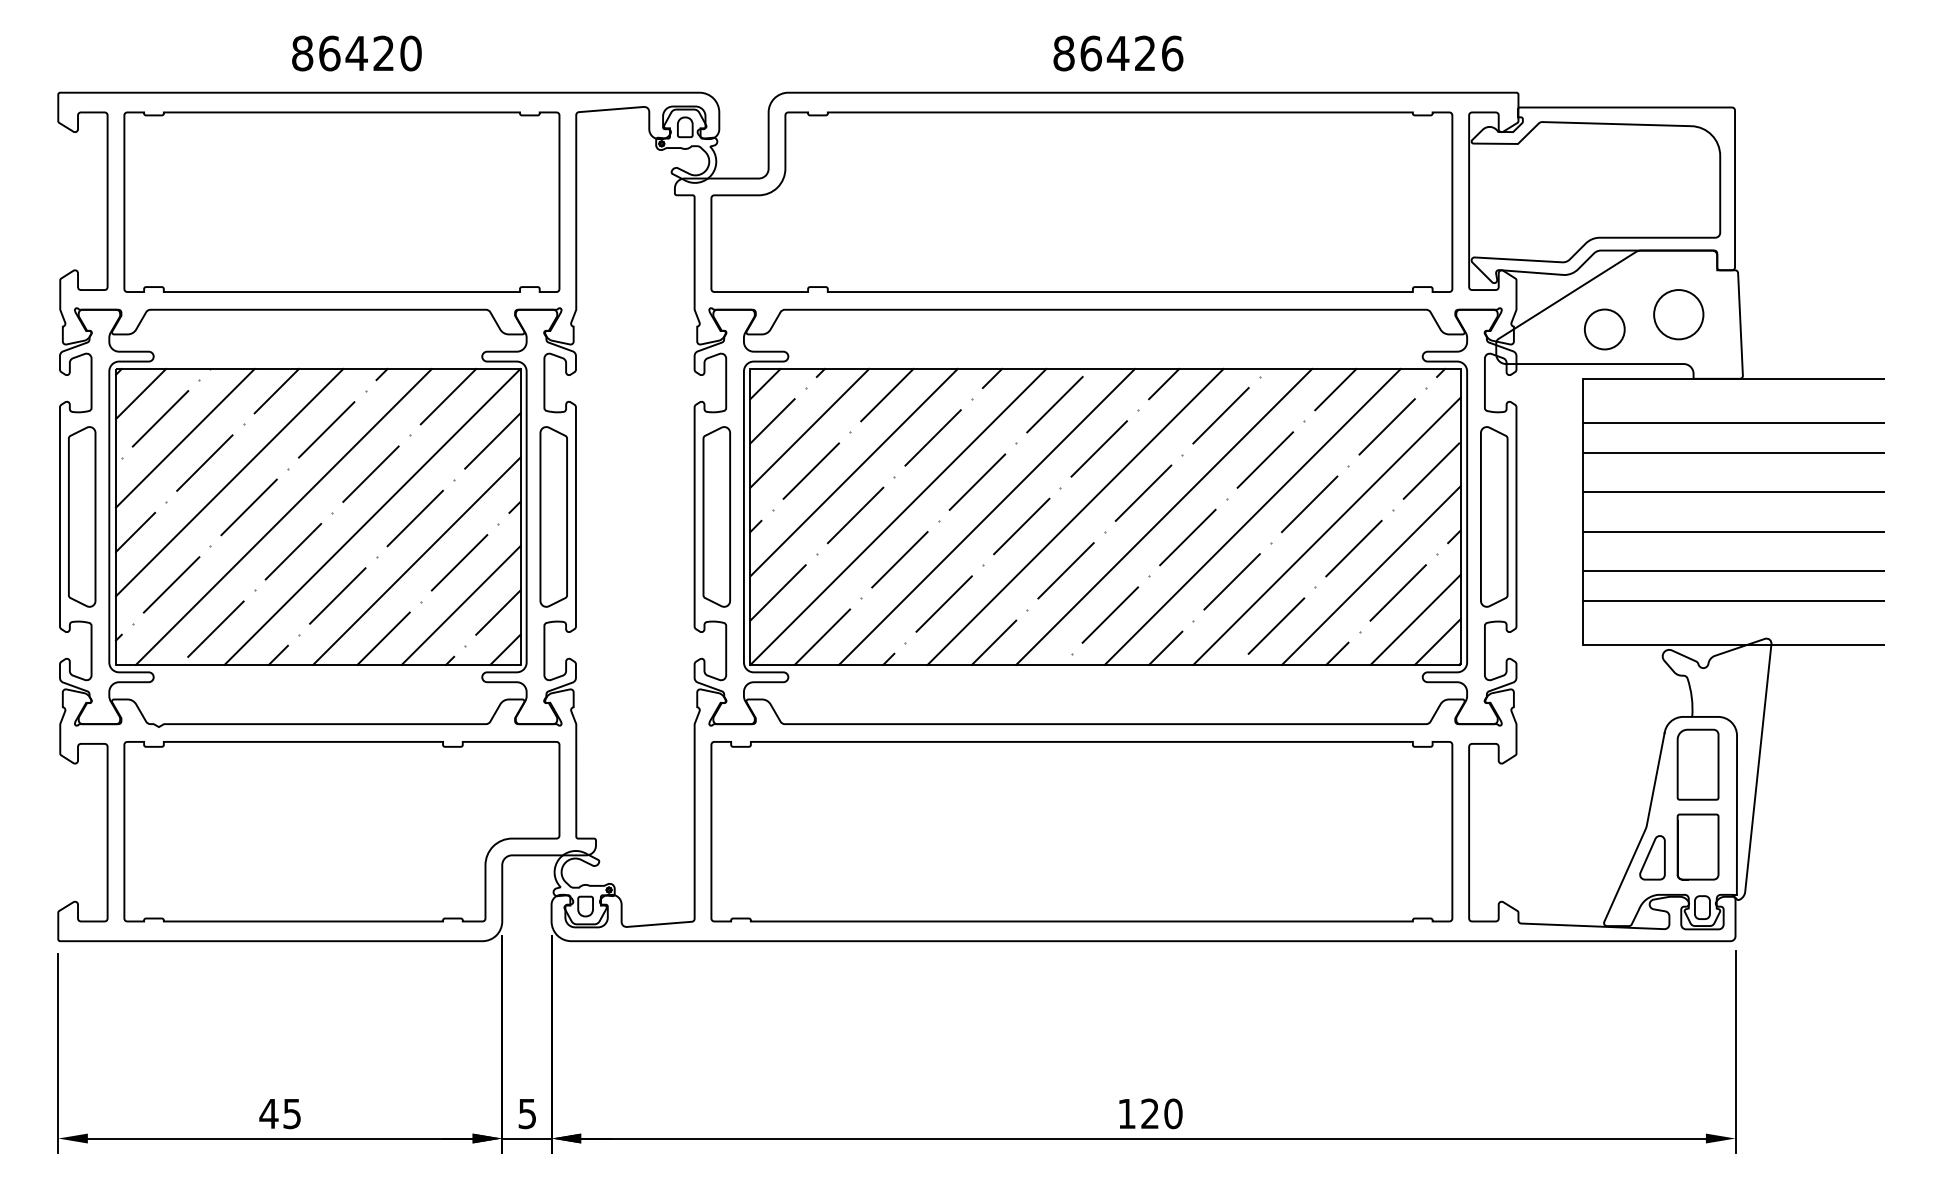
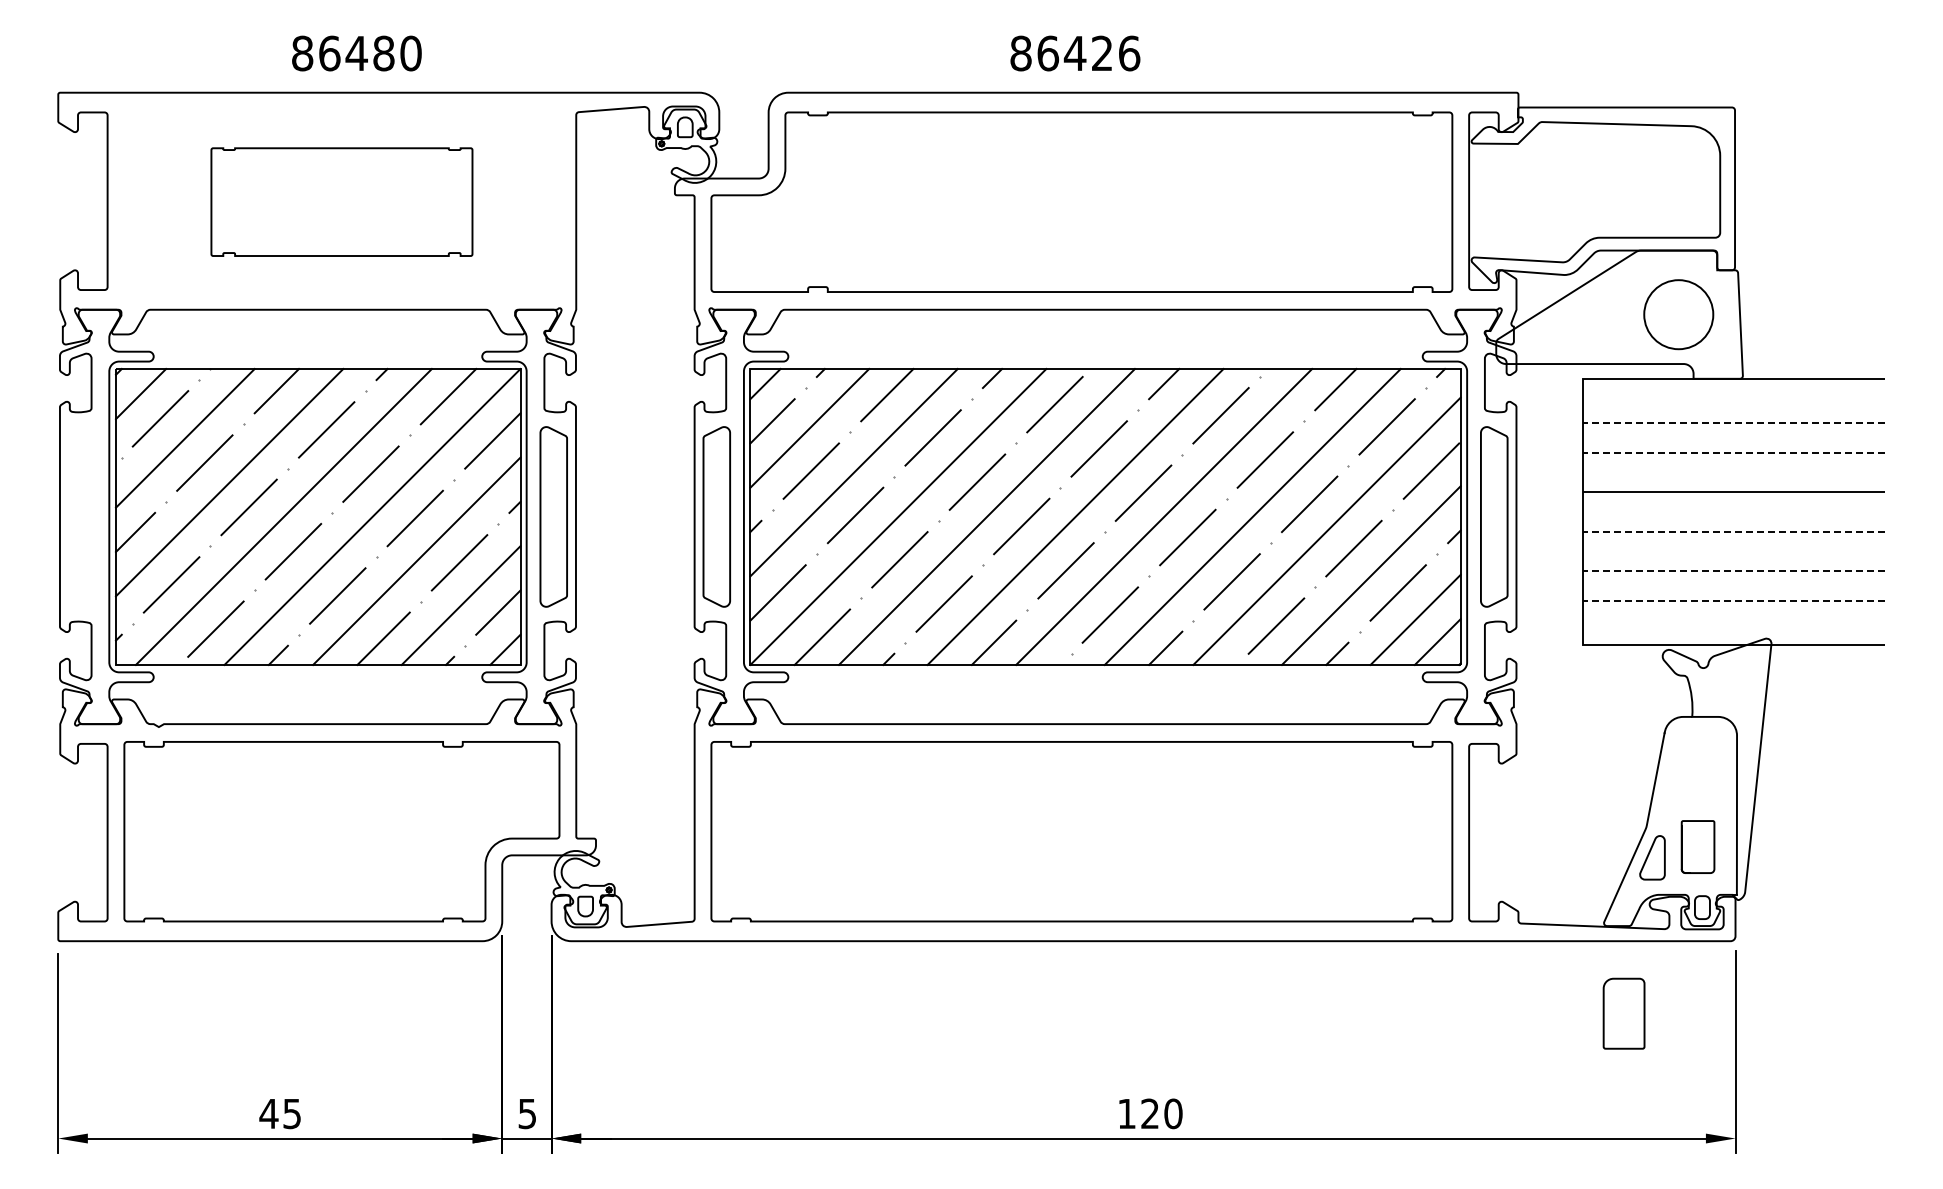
text at (383, 53): 86420 -> 86480
text at (1118, 53) position: (1118, 53) -> (1075, 53)
part at (341, 201) size: 438x182 px -> 264x110 px
circle at (1678, 314) diameter: 49 px -> 69 px
circle at (1604, 329): present -> none
line at (1733, 423): solid -> dashed
line at (1733, 452): solid -> dashed
part at (82, 516): present -> none
line at (1733, 531): solid -> dashed
line at (1733, 571): solid -> dashed
line at (1733, 600): solid -> dashed
part at (1697, 764) position: (1697, 764) -> (1623, 1013)
part at (1697, 846) size: 44x68 px -> 36x54 px
